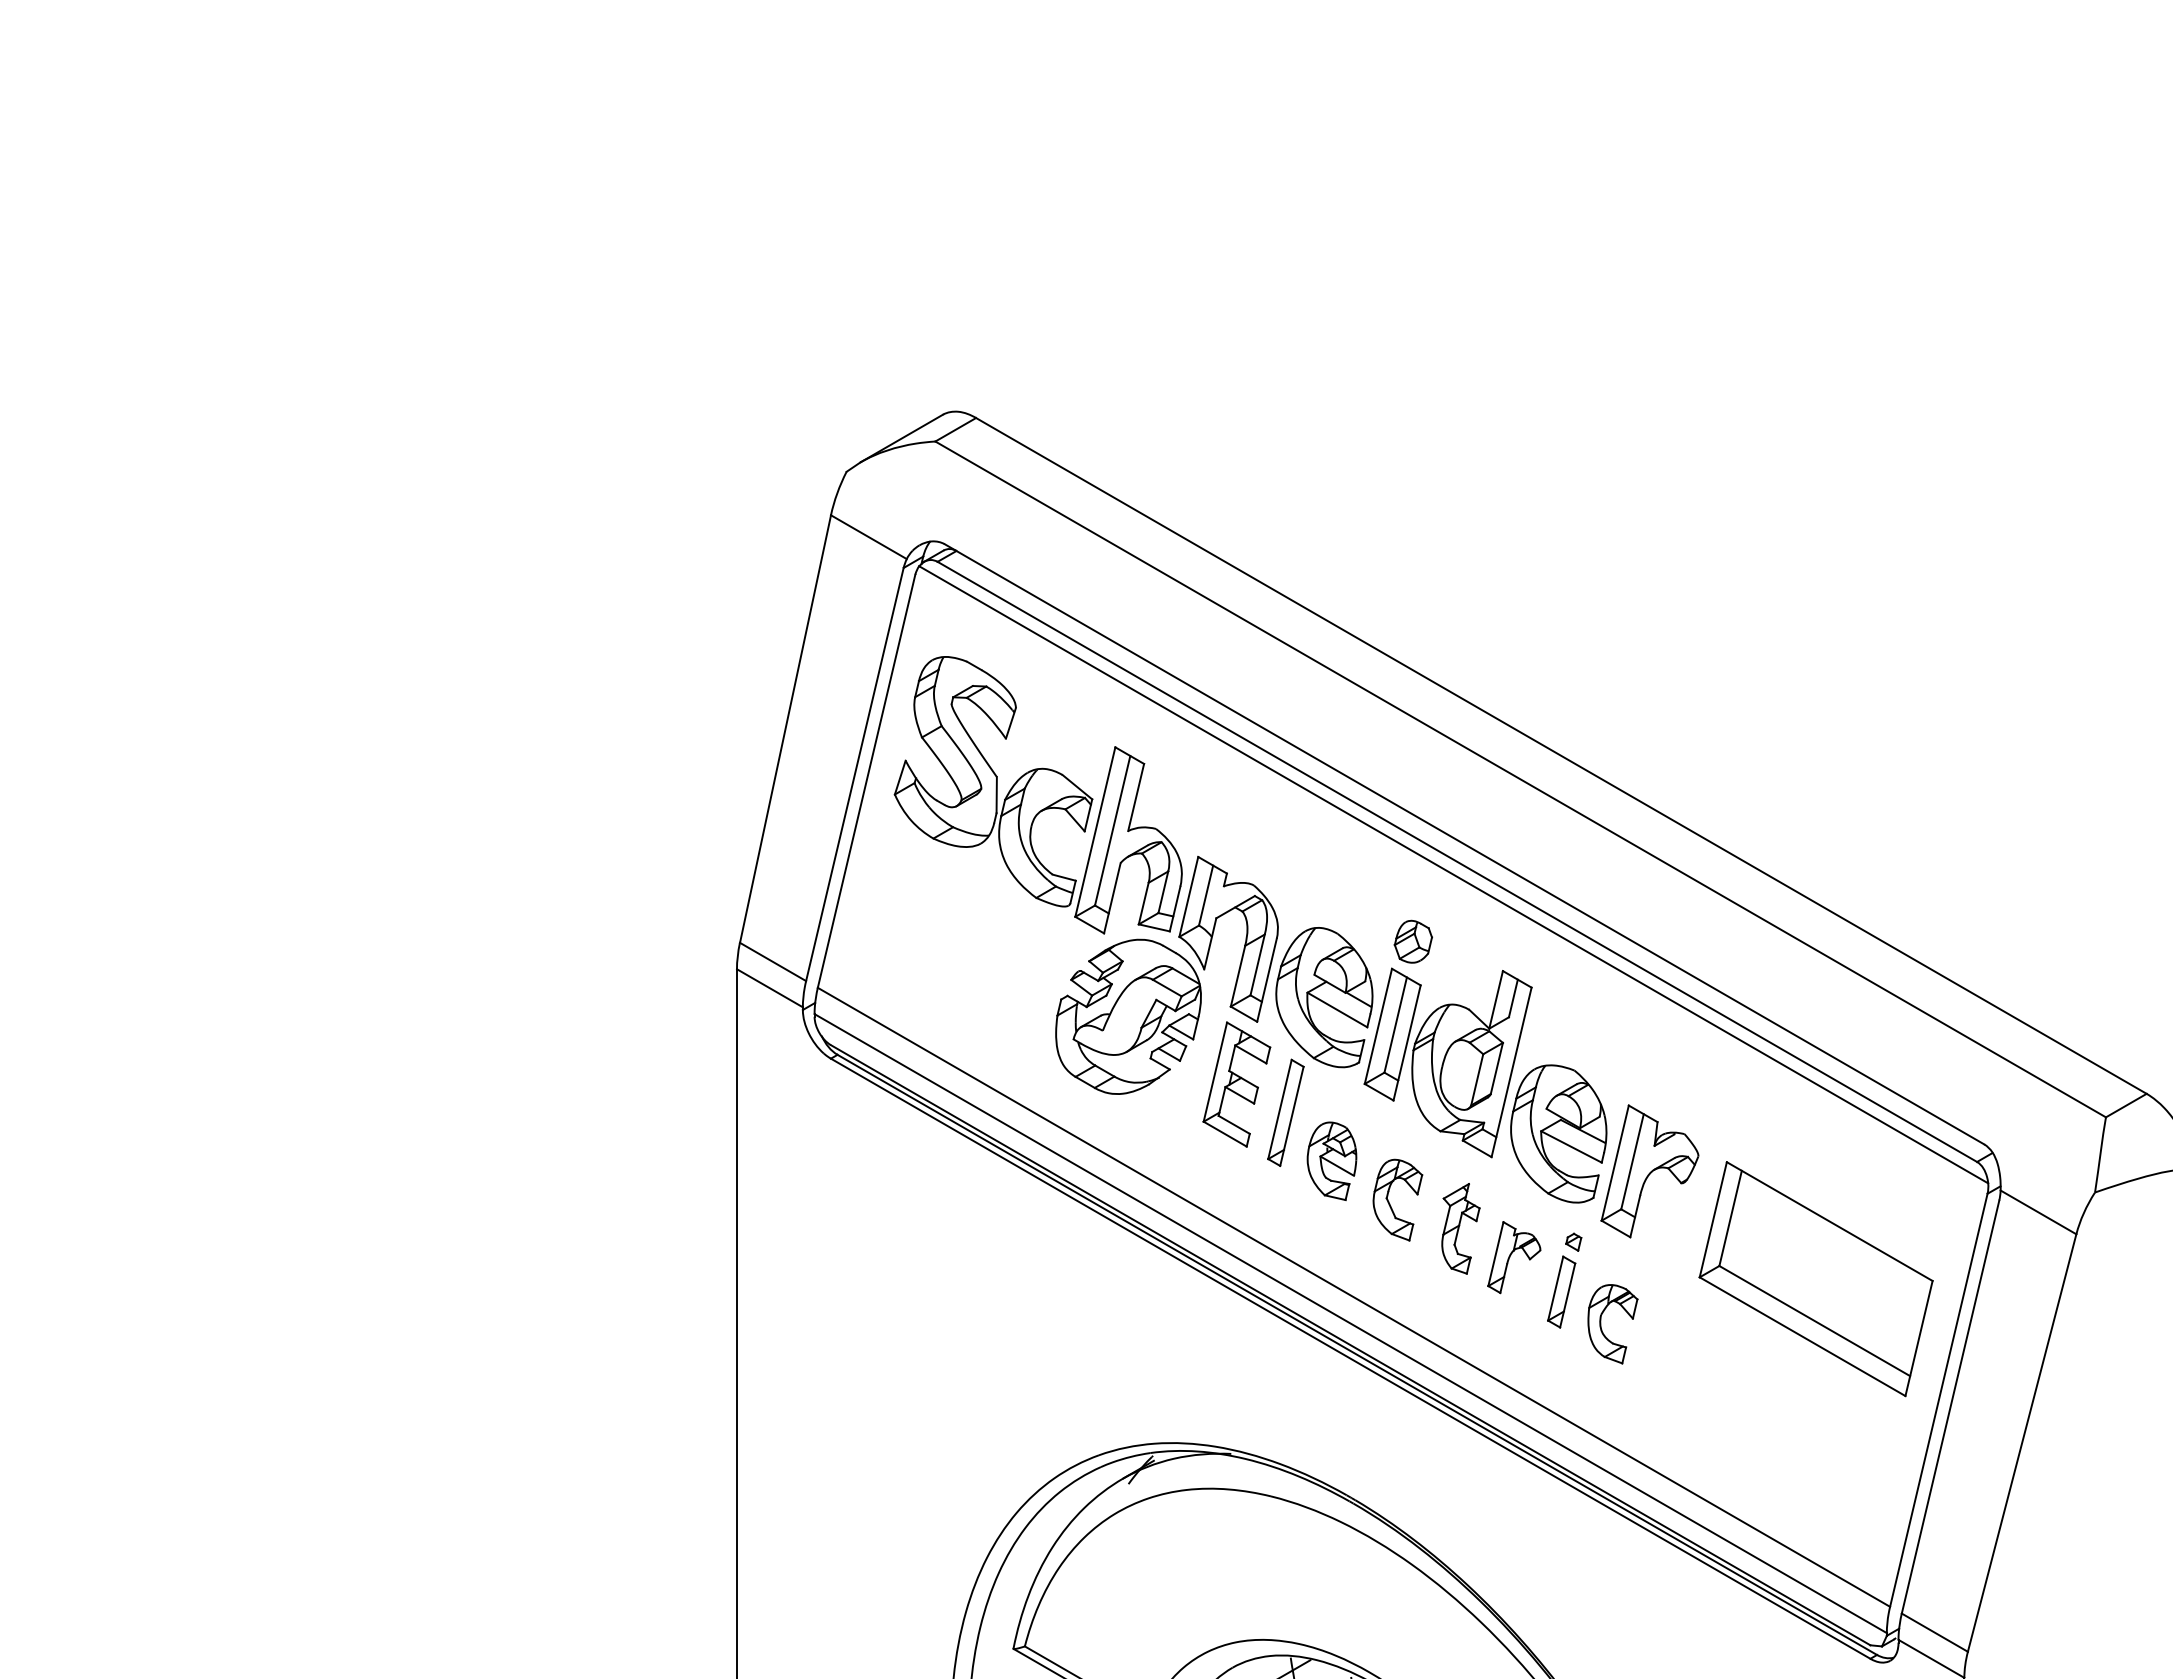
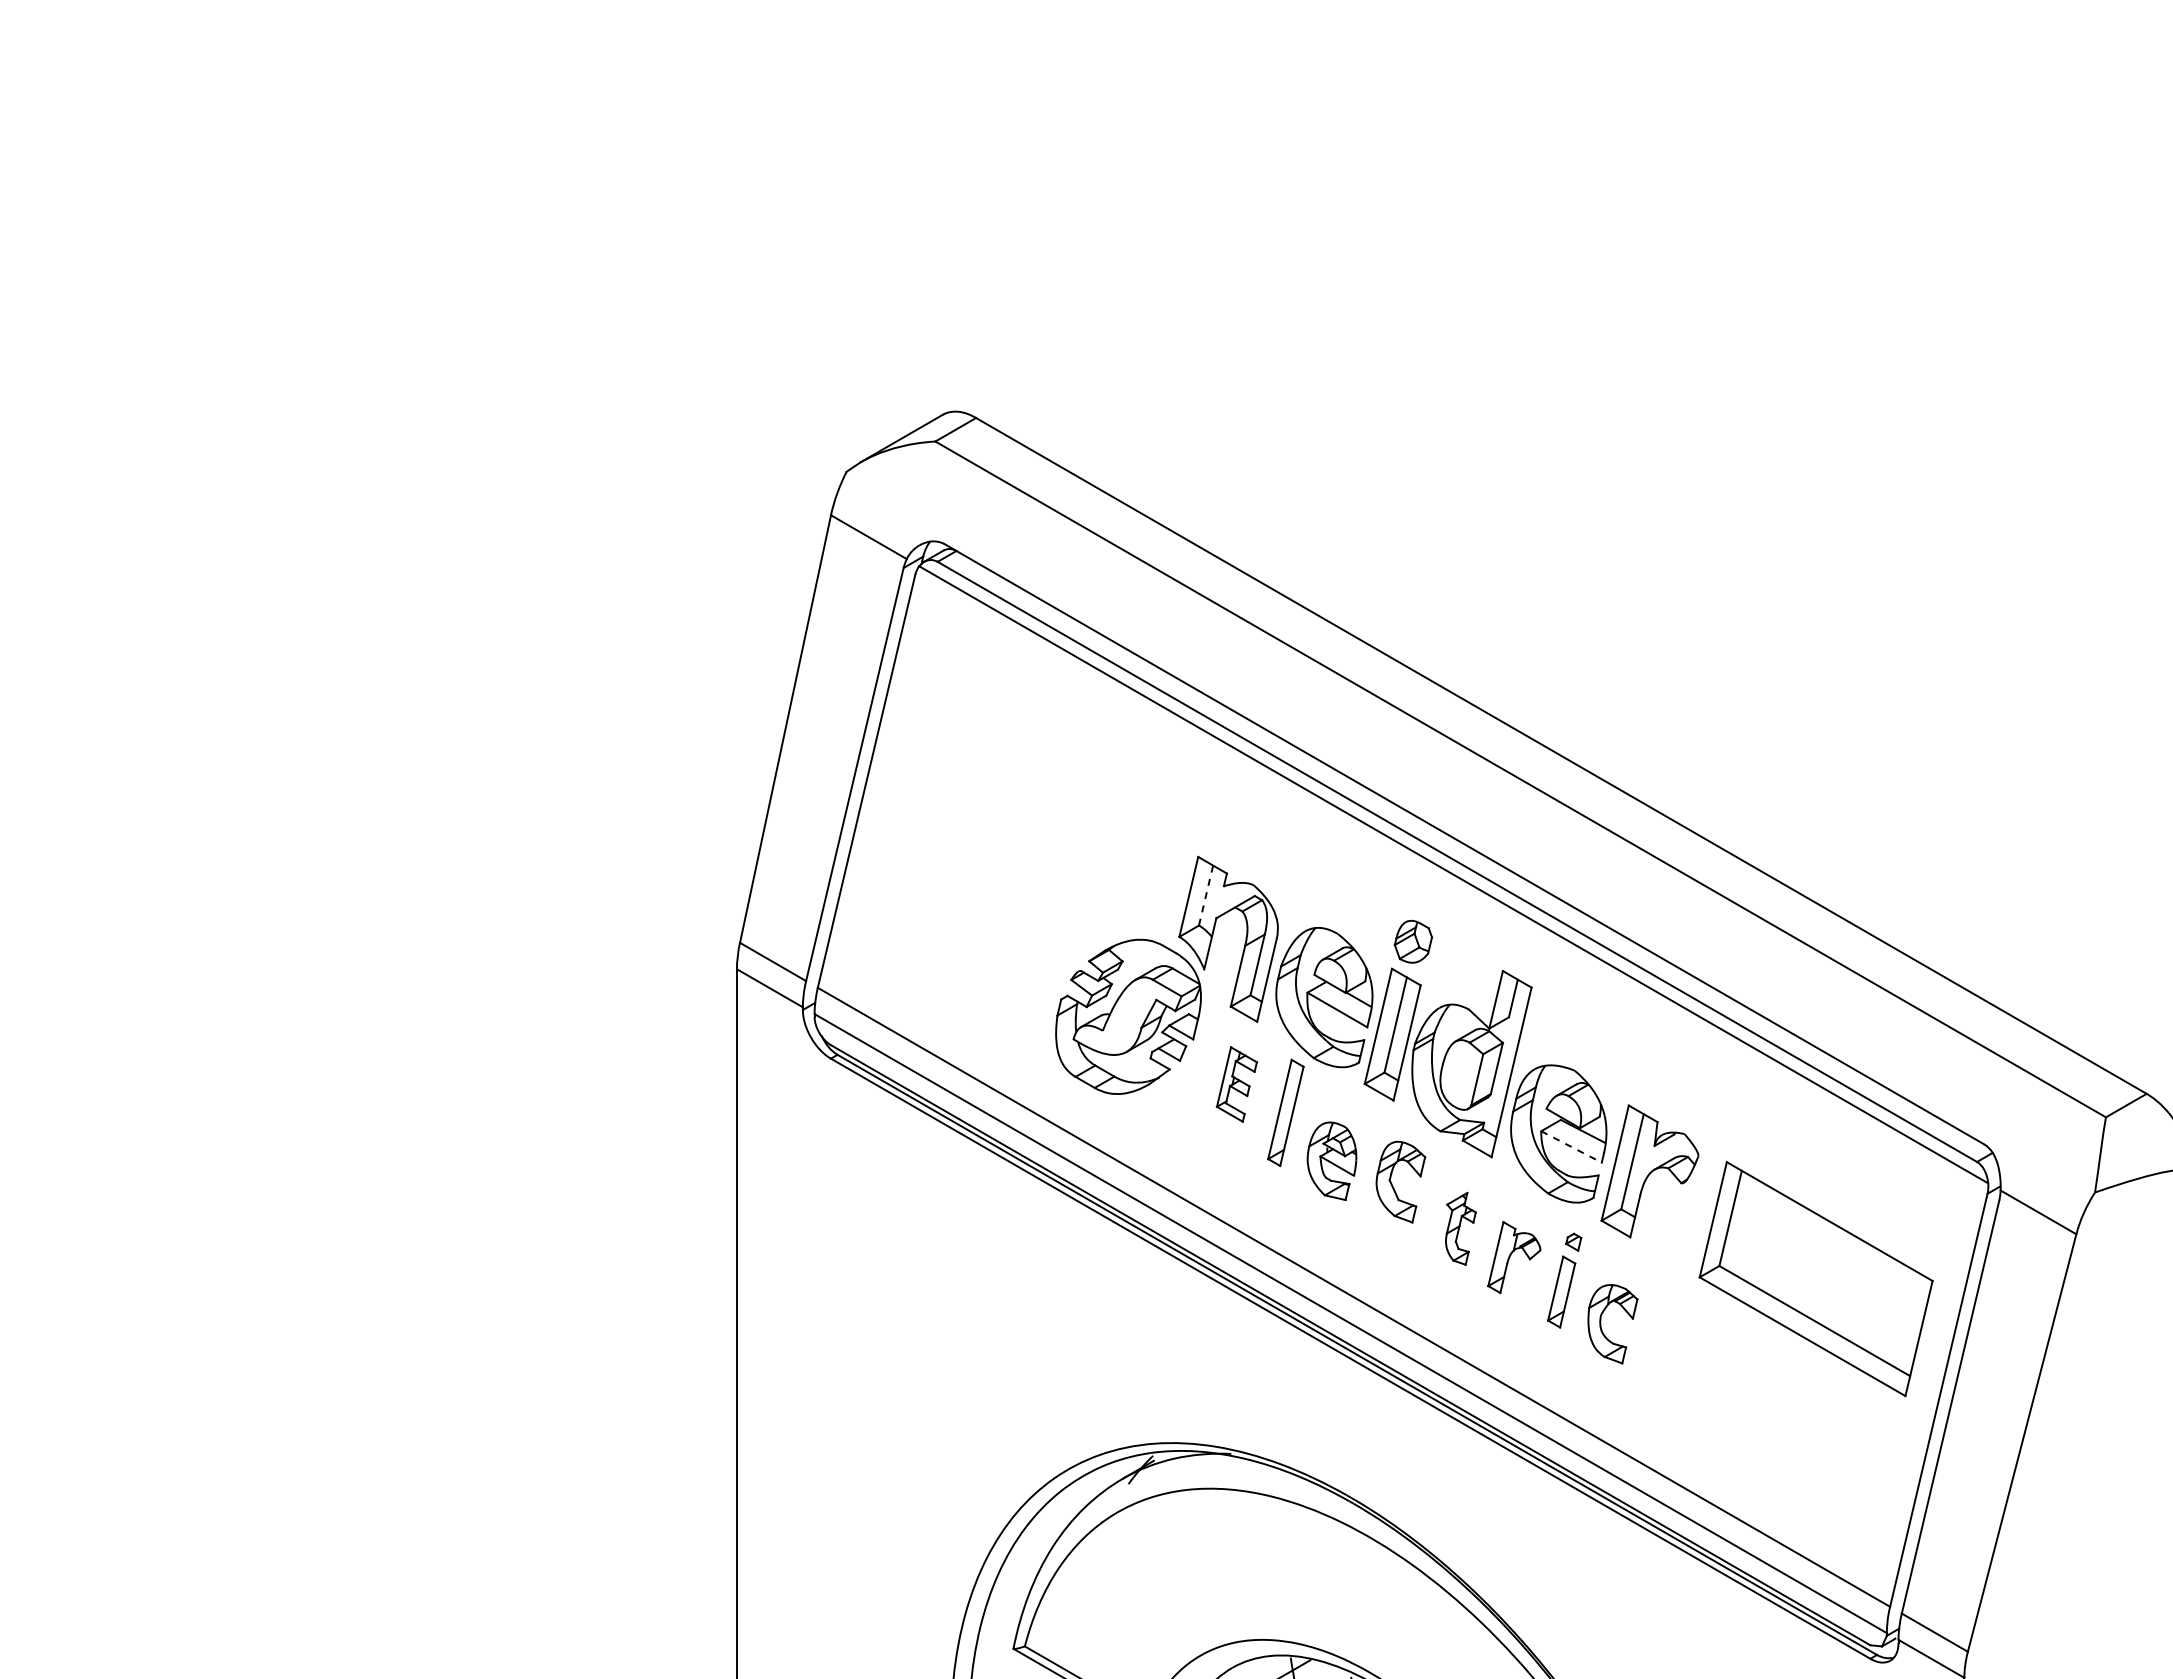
part at (1037, 795): present -> none
line at (1206, 895): solid -> dashed
part at (1236, 1084) size: 70x127 px -> 43x77 px
line at (1571, 1147): solid -> dashed
part at (1390, 1203) position: (1390, 1203) -> (1393, 1185)
part at (1460, 1228) size: 40x92 px -> 32x74 px
